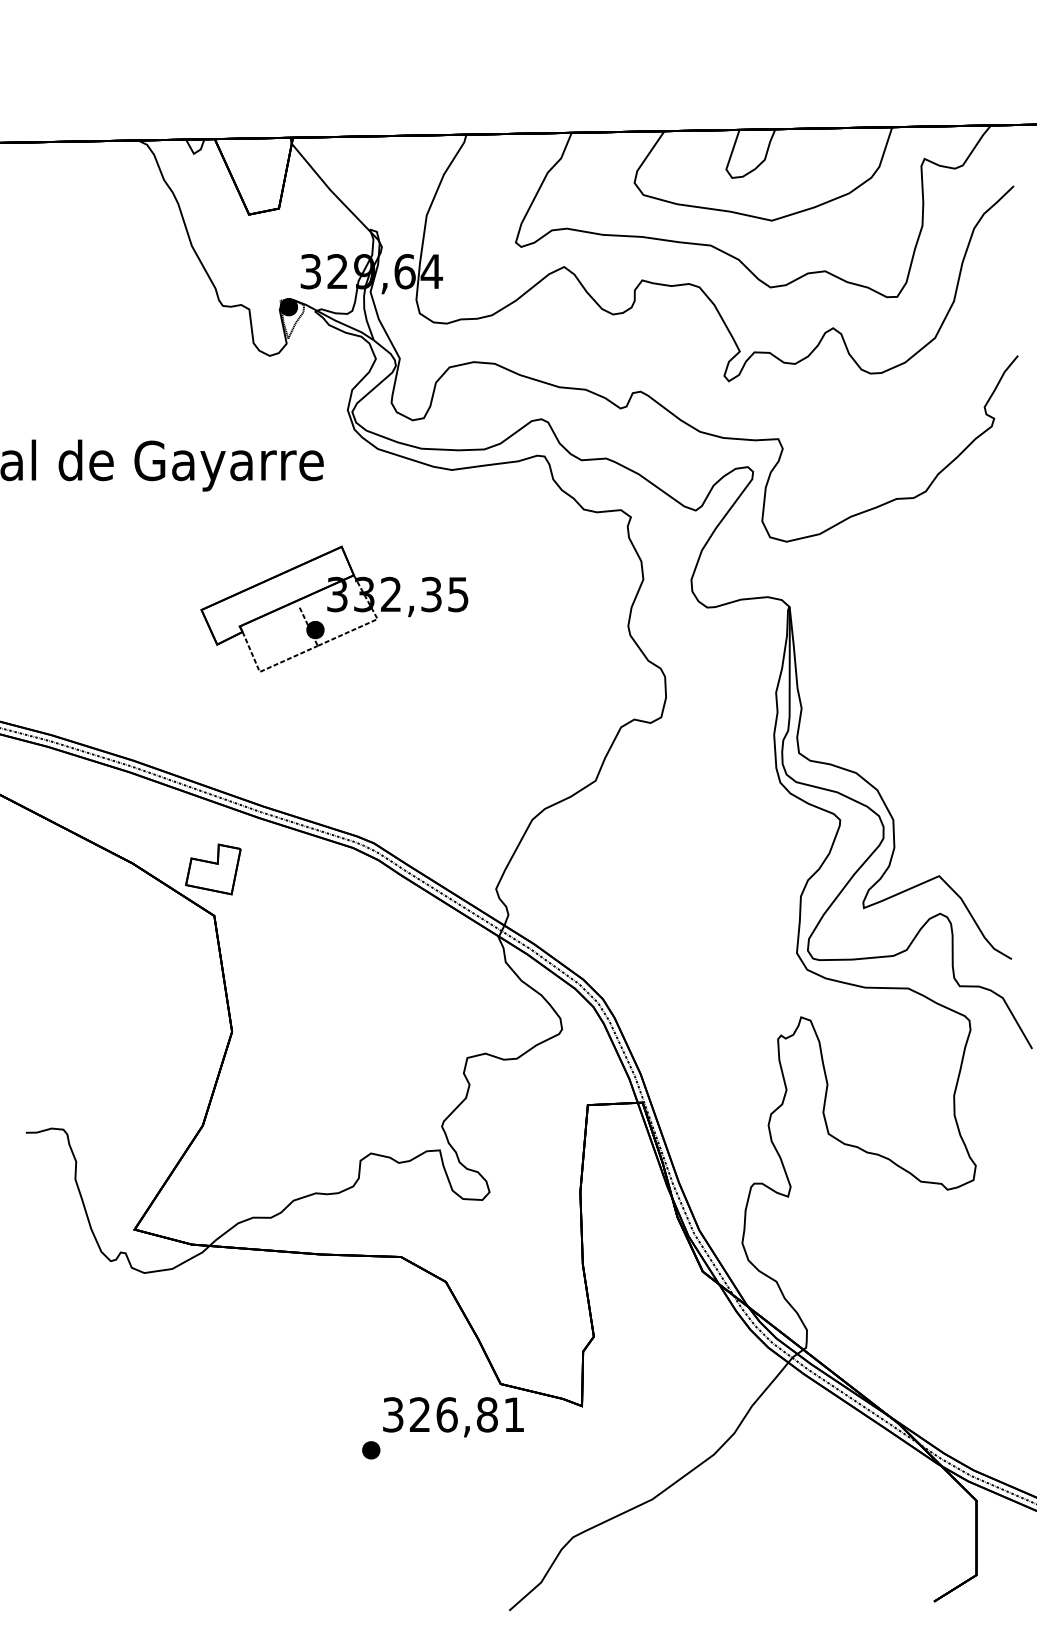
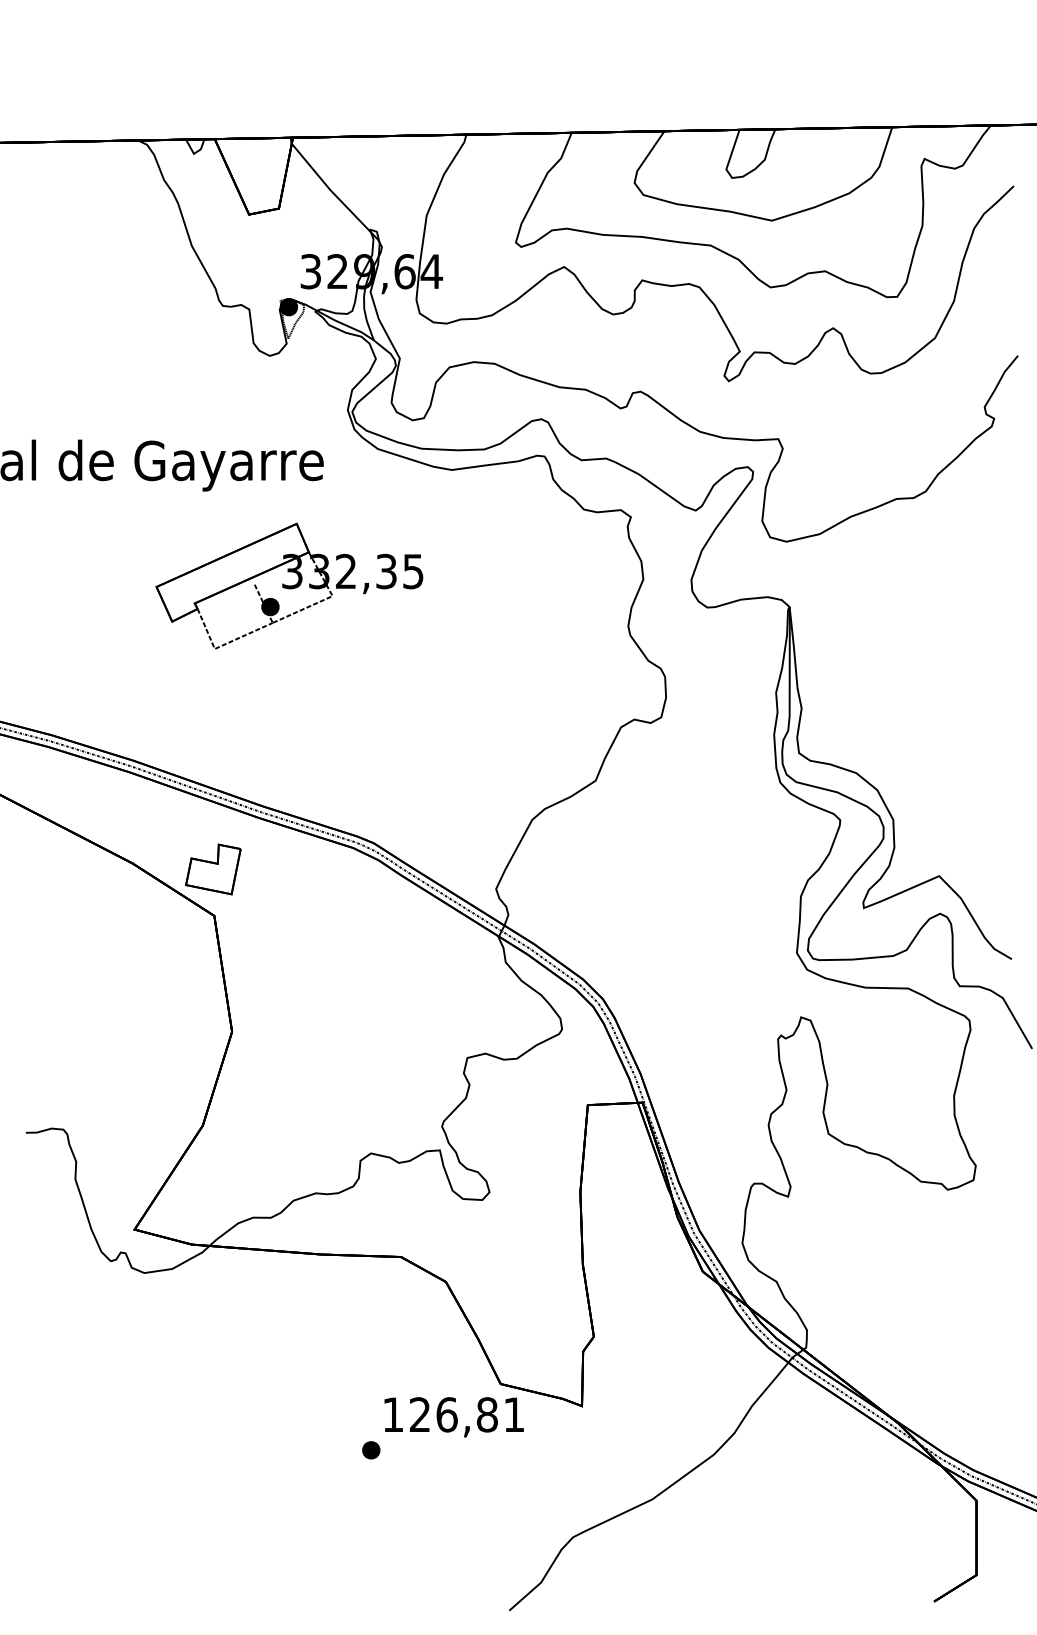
part at (334, 608) position: (334, 608) -> (289, 585)
text at (393, 1414): 326,81 -> 126,81
